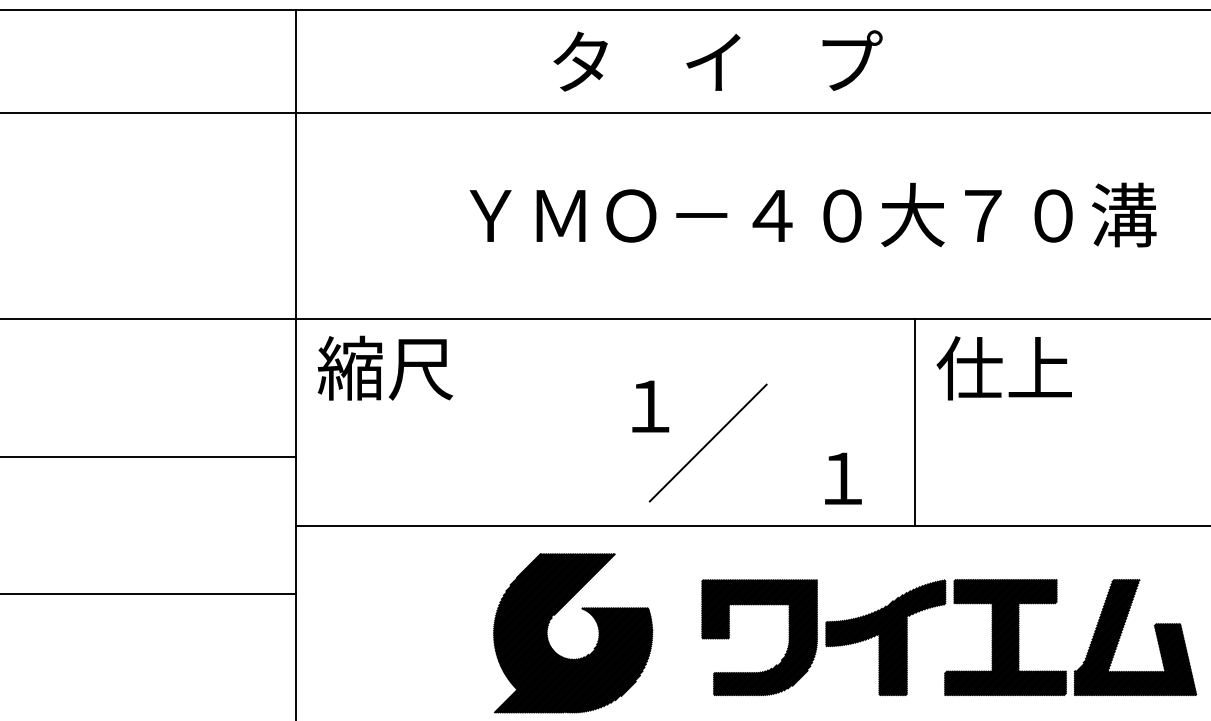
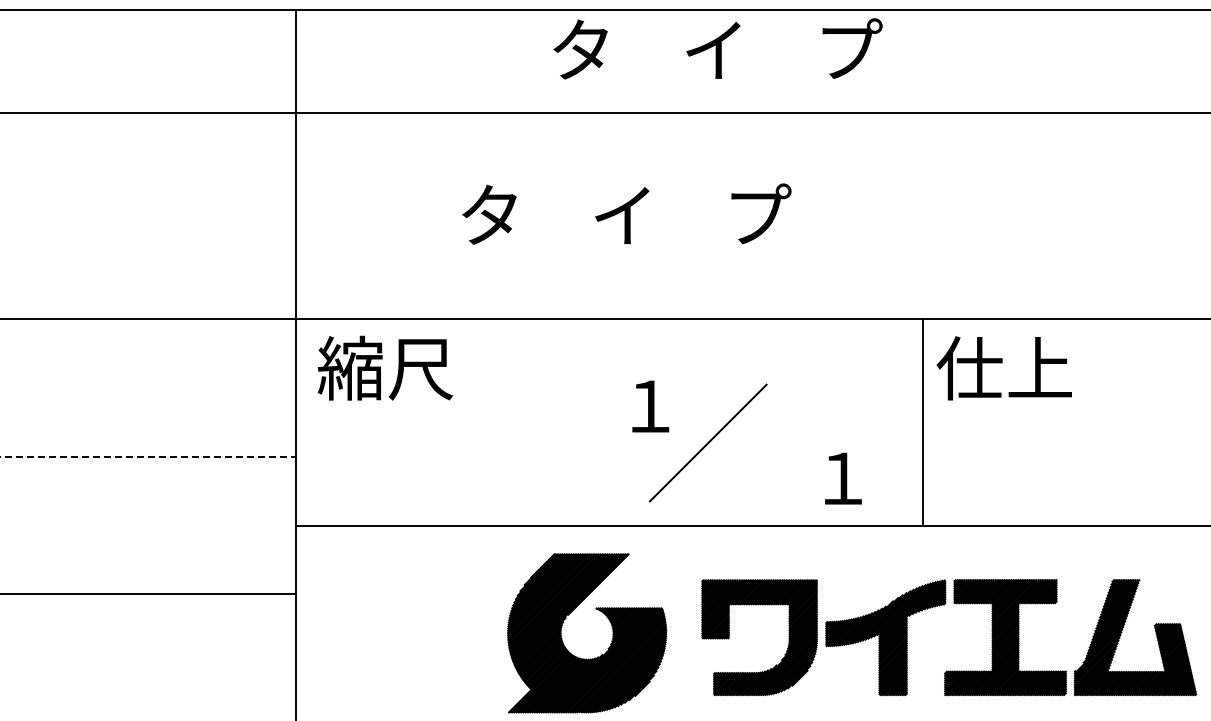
text at (717, 60) position: (717, 60) -> (717, 48)
text at (809, 214): ＹＭＯ－４０大７０溝 -> タ    イ    プ
line at (914, 422) position: (914, 422) -> (922, 422)
line at (148, 456): solid -> dashed
part at (593, 618) position: (593, 618) -> (607, 618)
